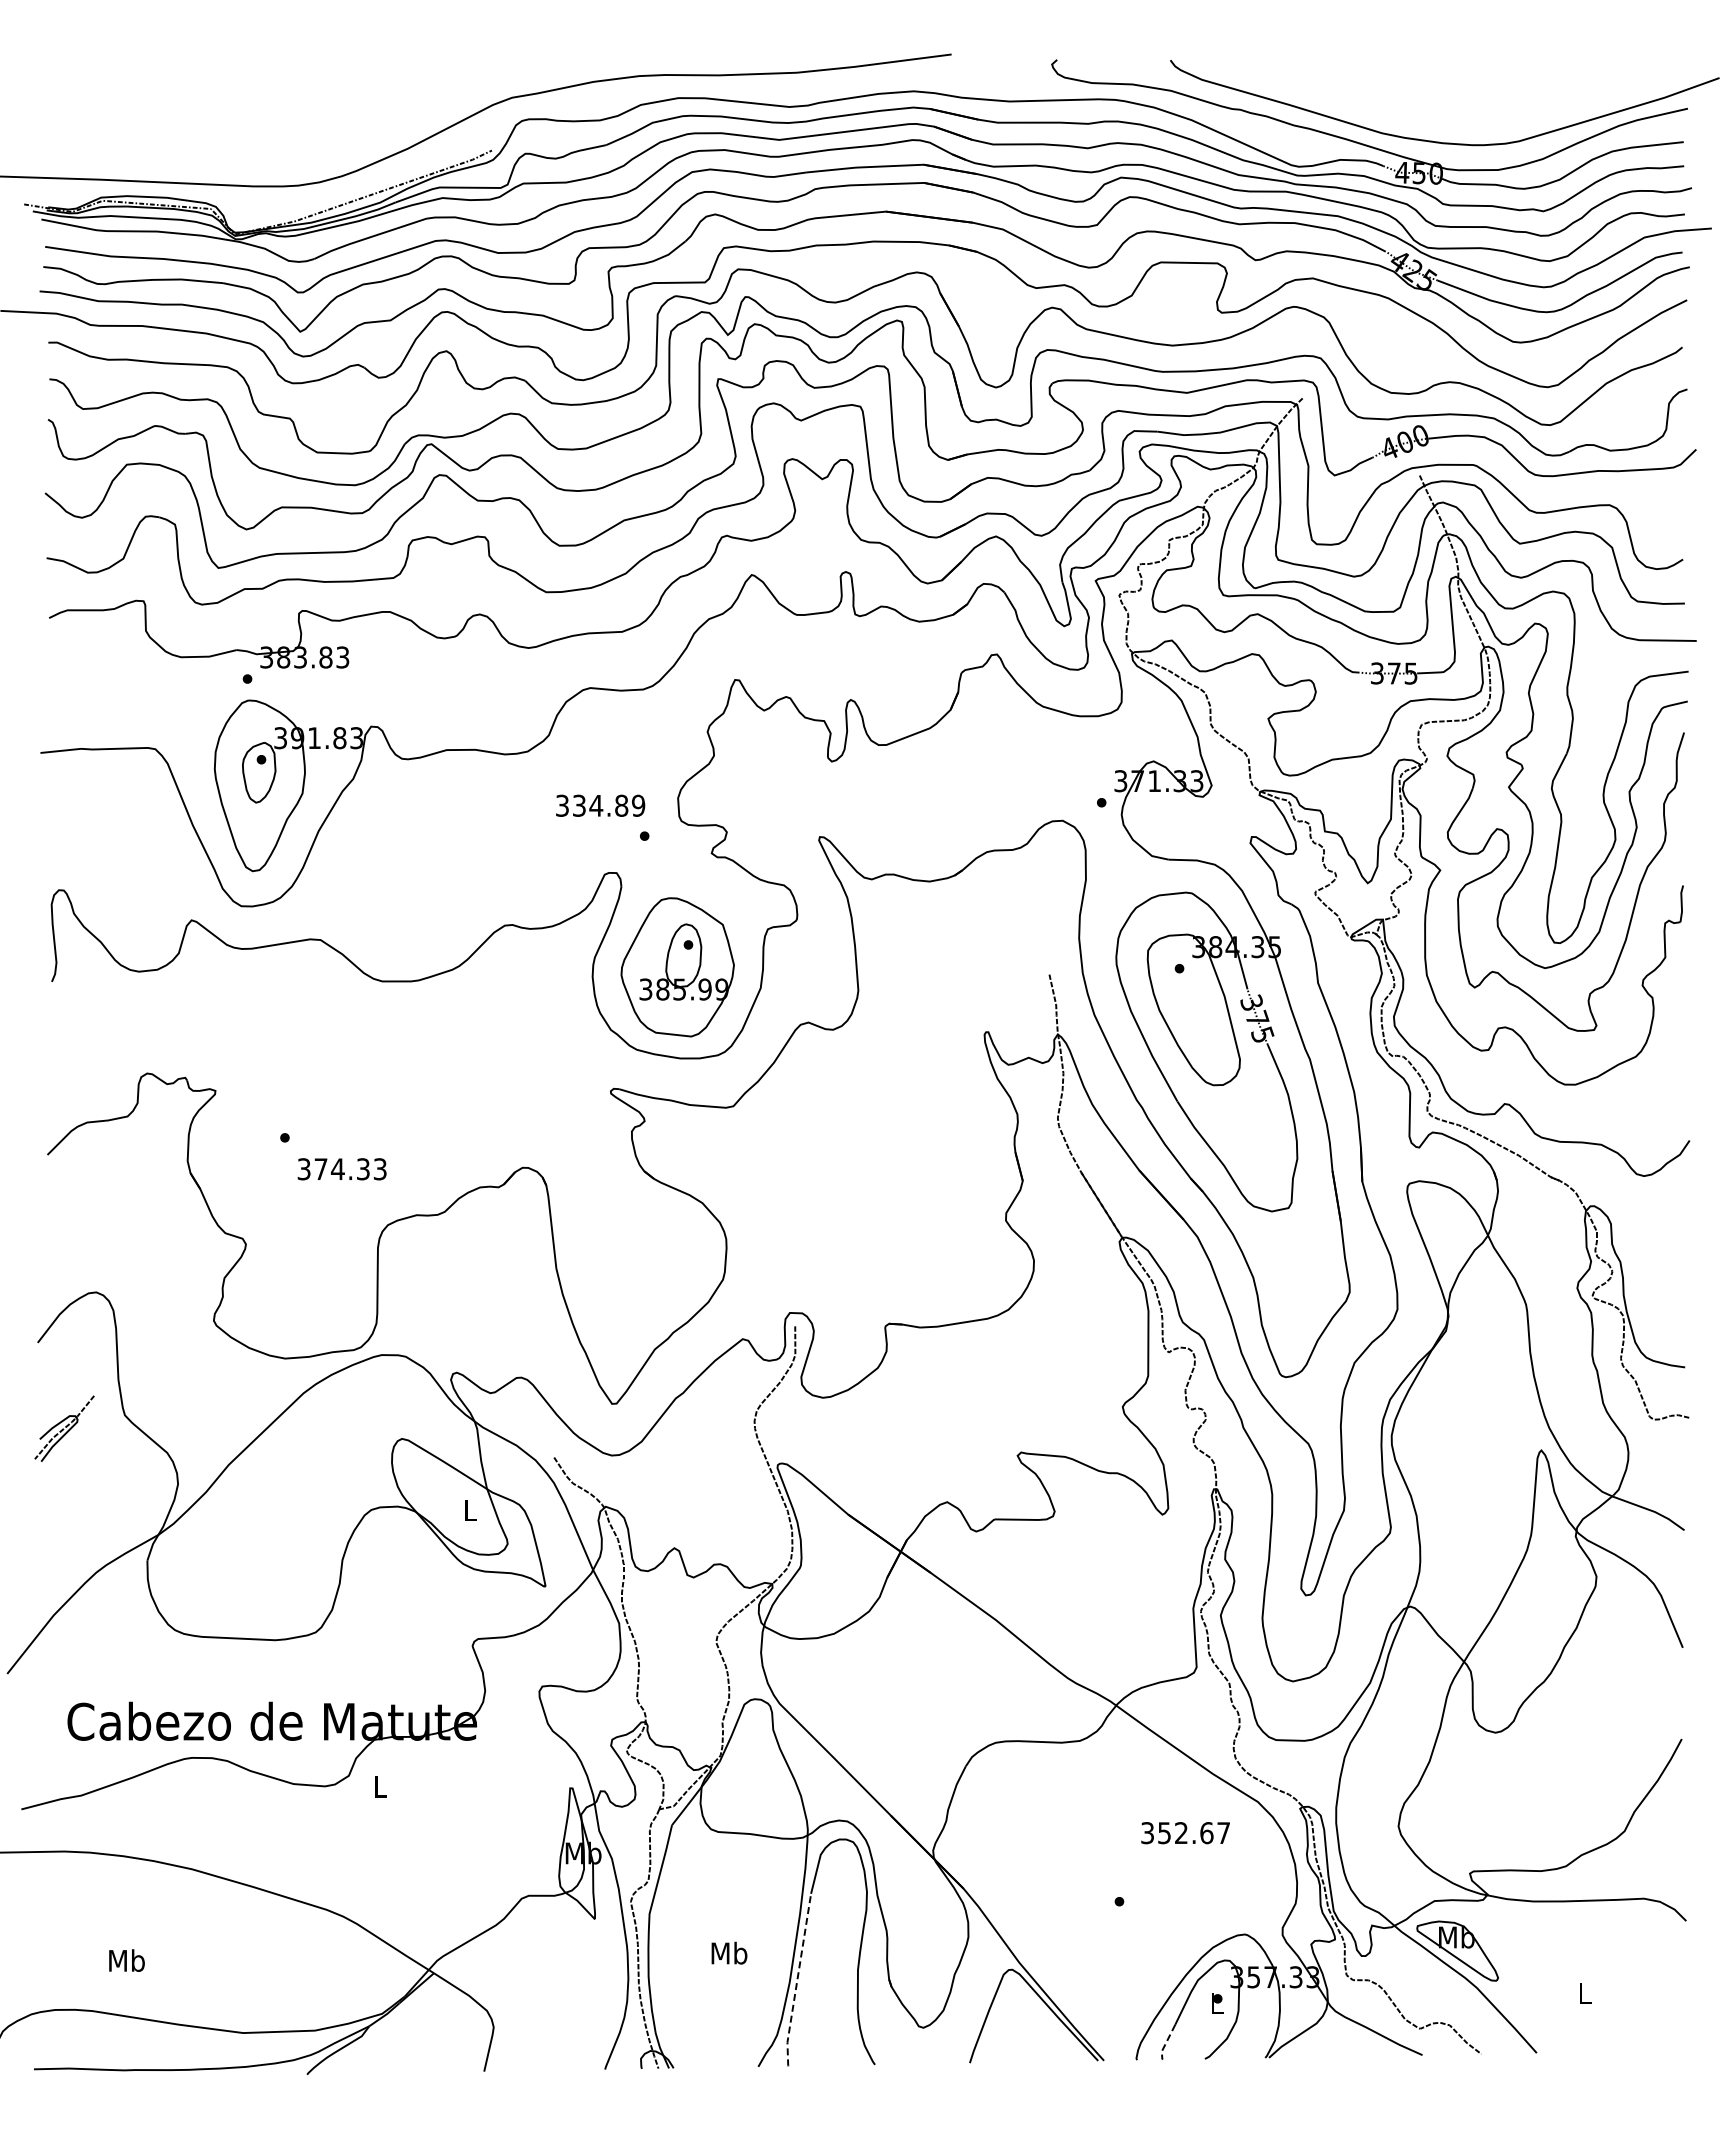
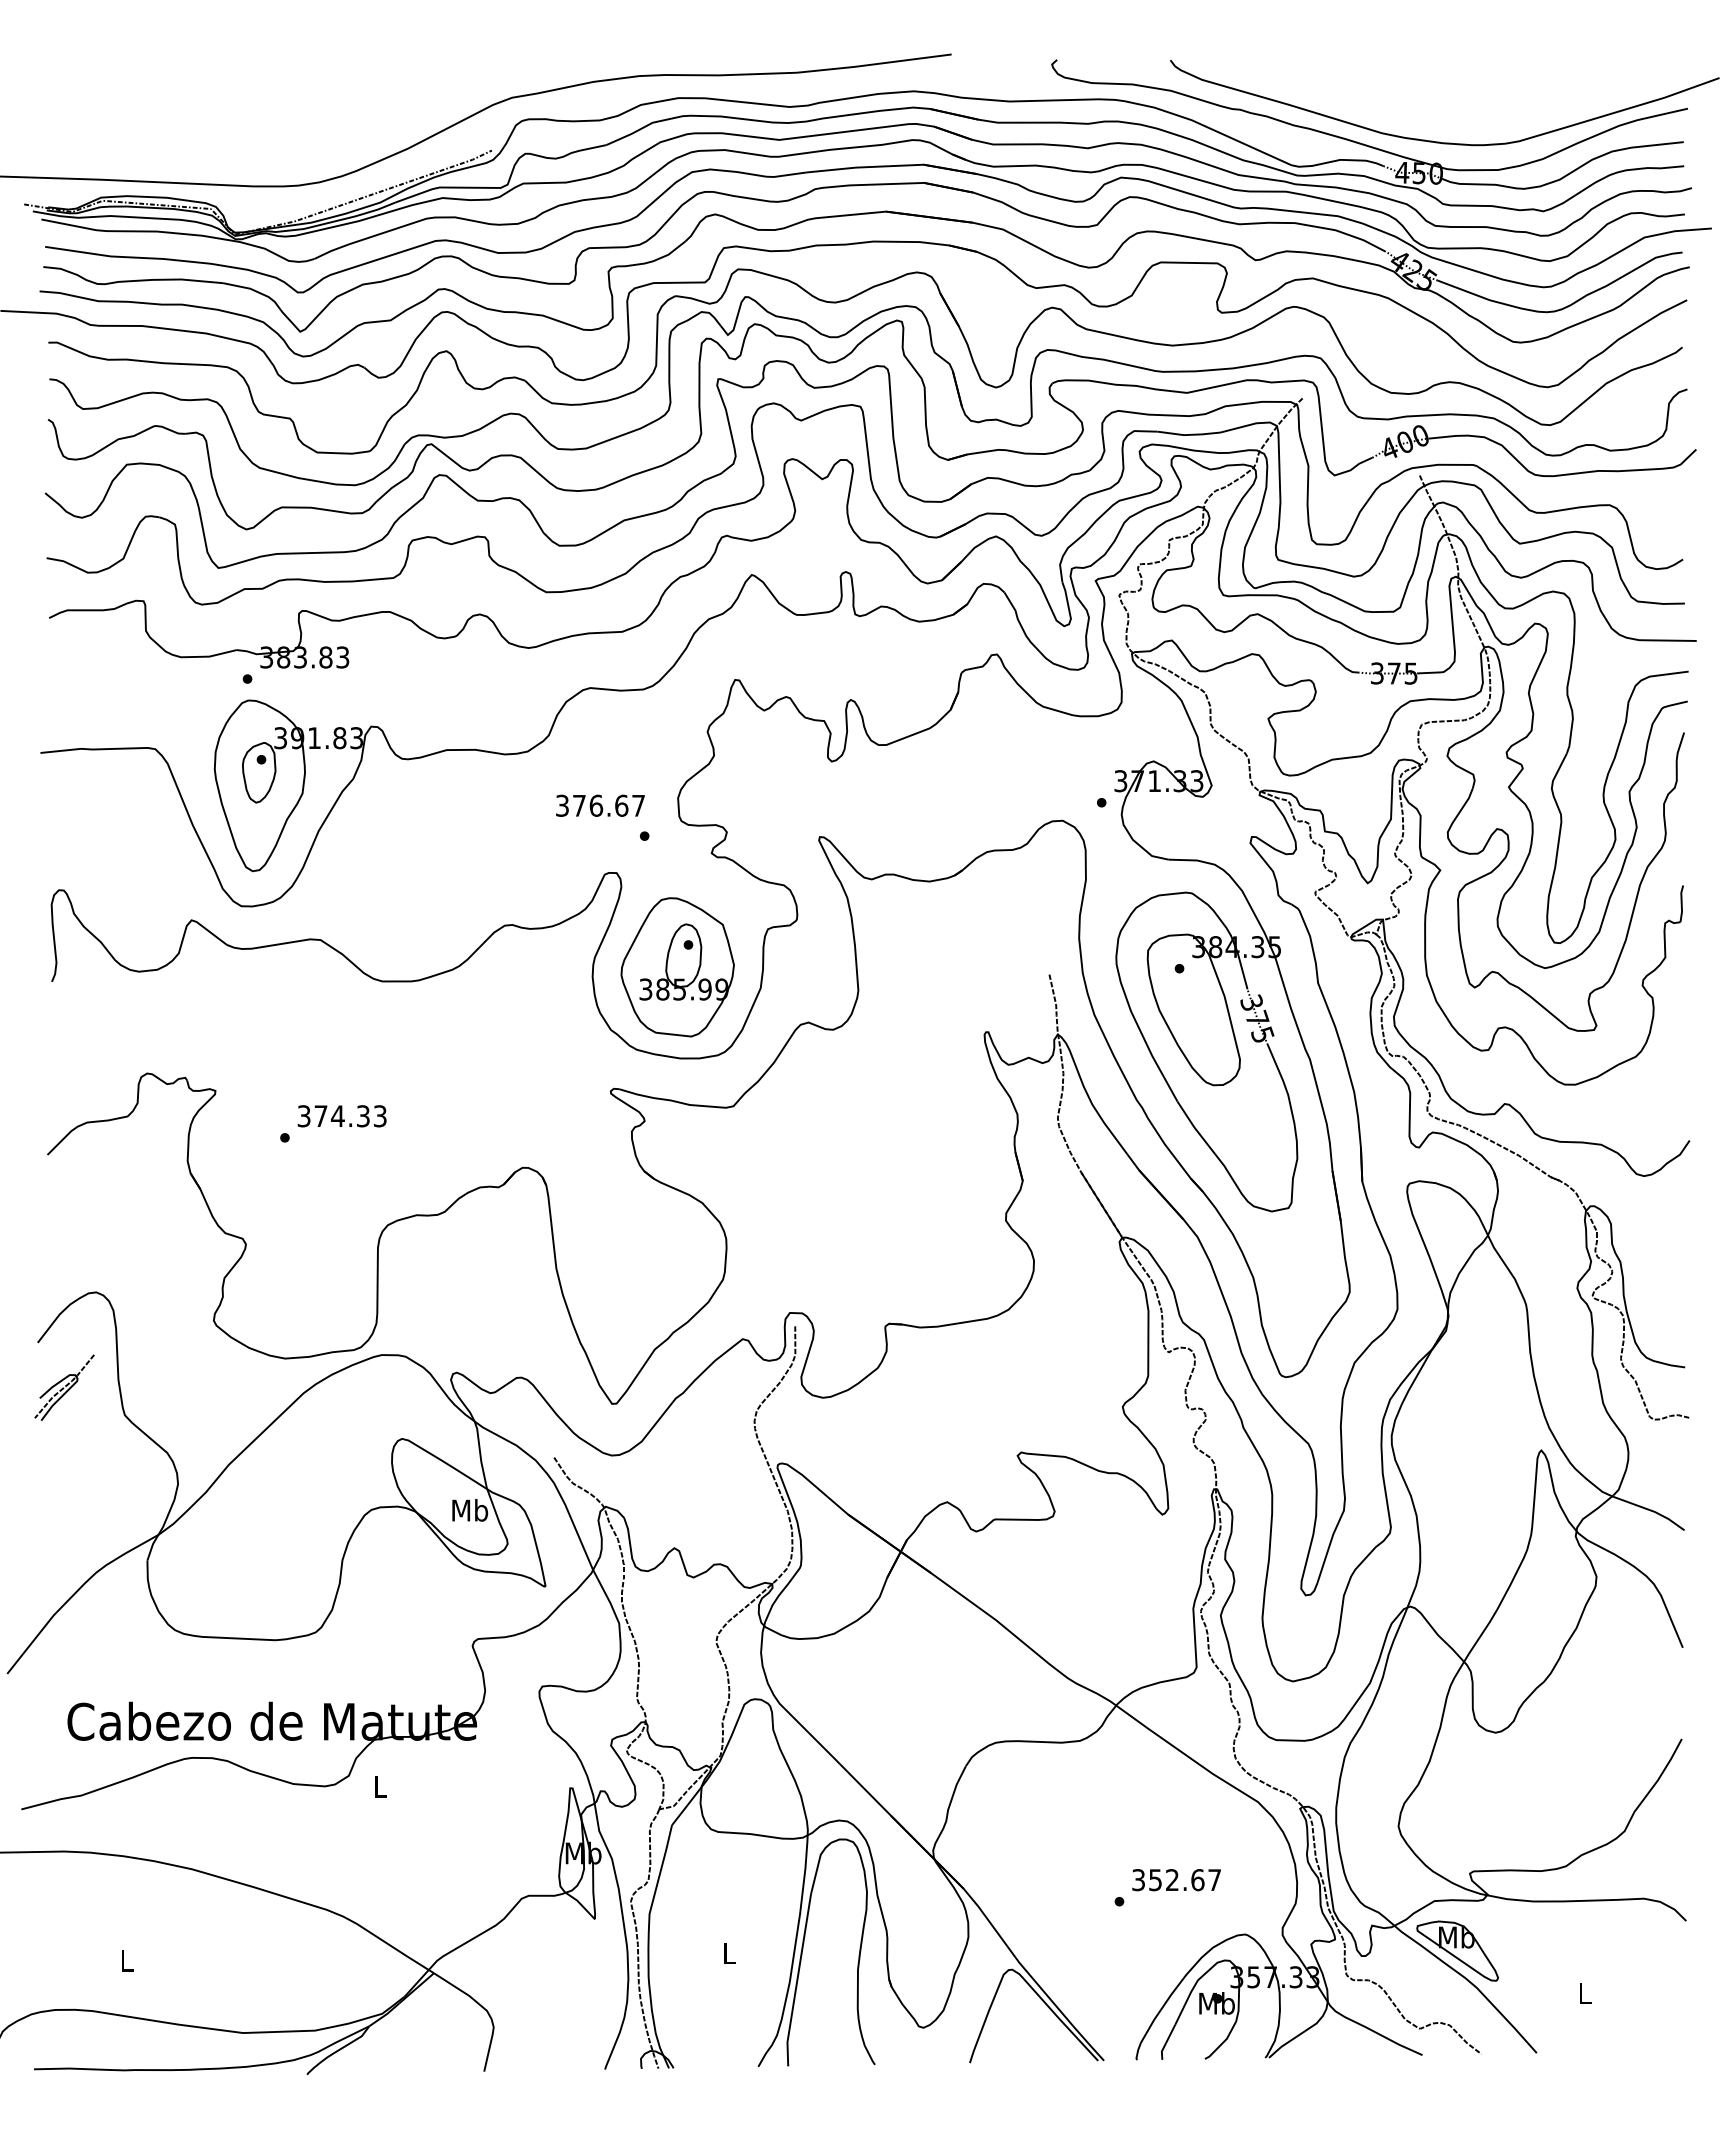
text at (609, 805): 334.89 -> 376.67
text at (341, 1169) position: (341, 1169) -> (341, 1116)
part at (64, 1428) position: (64, 1428) -> (64, 1387)
text at (470, 1510): L -> Mb
text at (1185, 1833) position: (1185, 1833) -> (1176, 1880)
text at (729, 1952): Mb -> L
text at (126, 1960): Mb -> L
line at (797, 1981): dashed -> solid
text at (1216, 2003): L -> Mb
line at (1165, 2043): dashed -> solid
